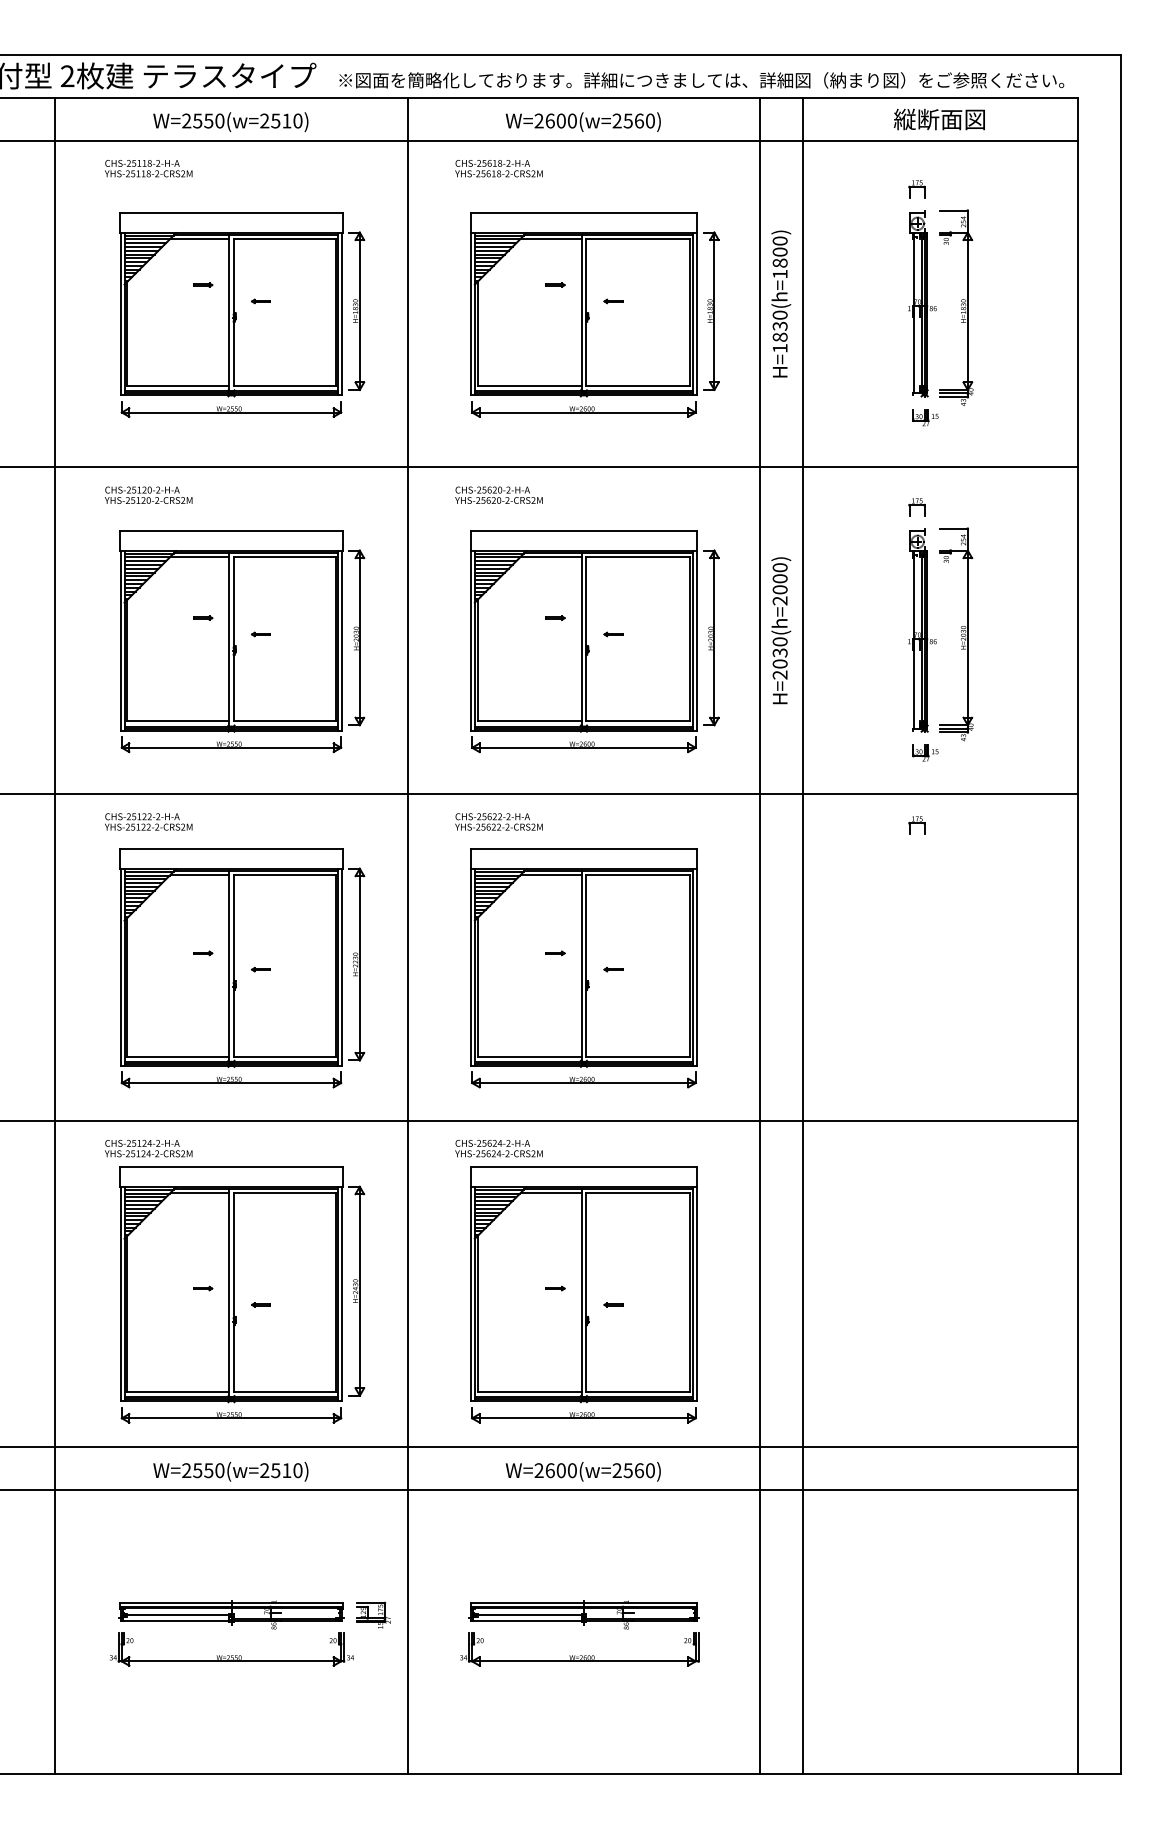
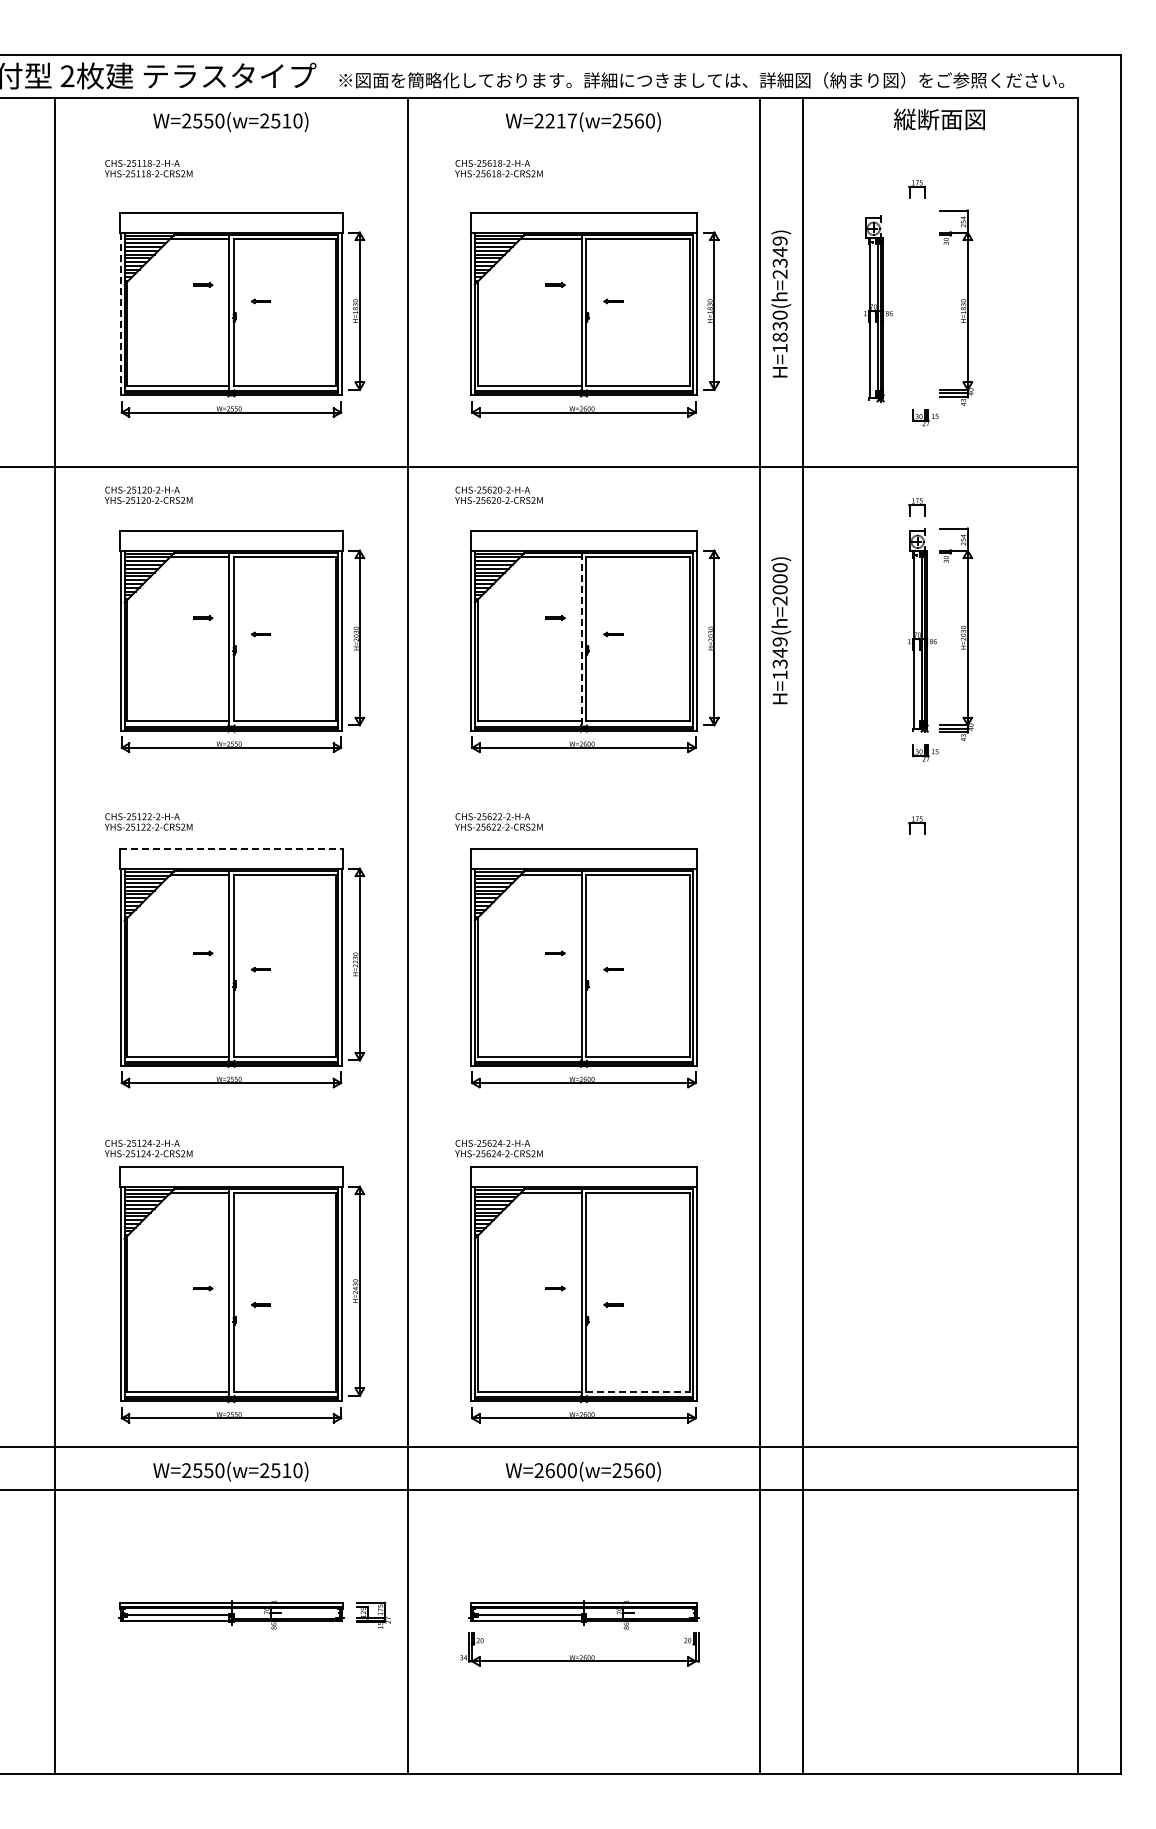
text at (560, 120): W=2600(w=2560) -> W=2217(w=2560)
line at (540, 140): present -> none
text at (779, 257): H=1830(h=1800) -> H=1830(h=2349)
part at (922, 303) position: (922, 303) -> (878, 308)
line at (120, 314): solid -> dashed
line at (581, 639): solid -> dashed
text at (779, 658): H=2030(h=2000) -> H=1349(h=2000)
line at (540, 794): present -> none
line at (231, 849): solid -> dashed
line at (540, 1120): present -> none
line at (638, 1391): solid -> dashed
part at (231, 1649): present -> none
